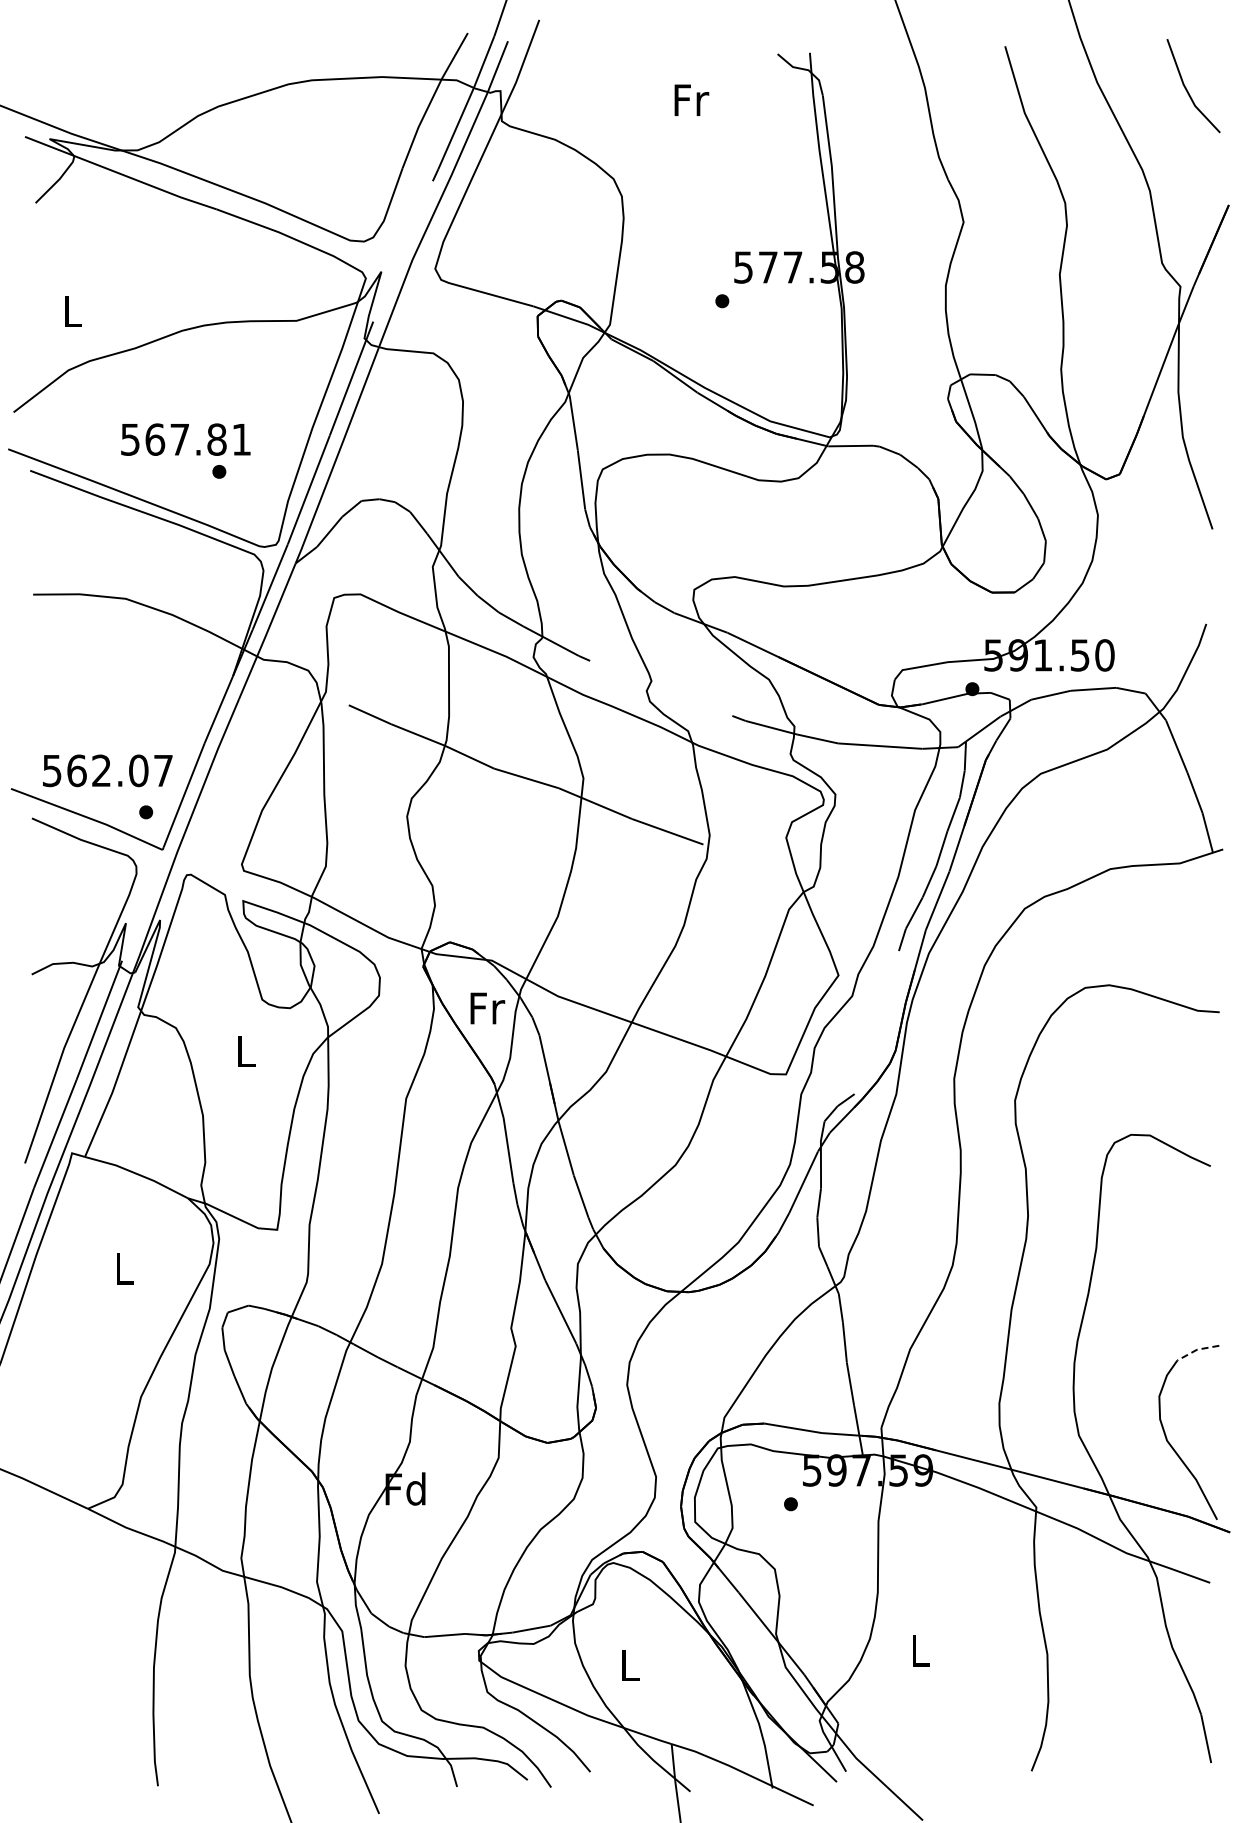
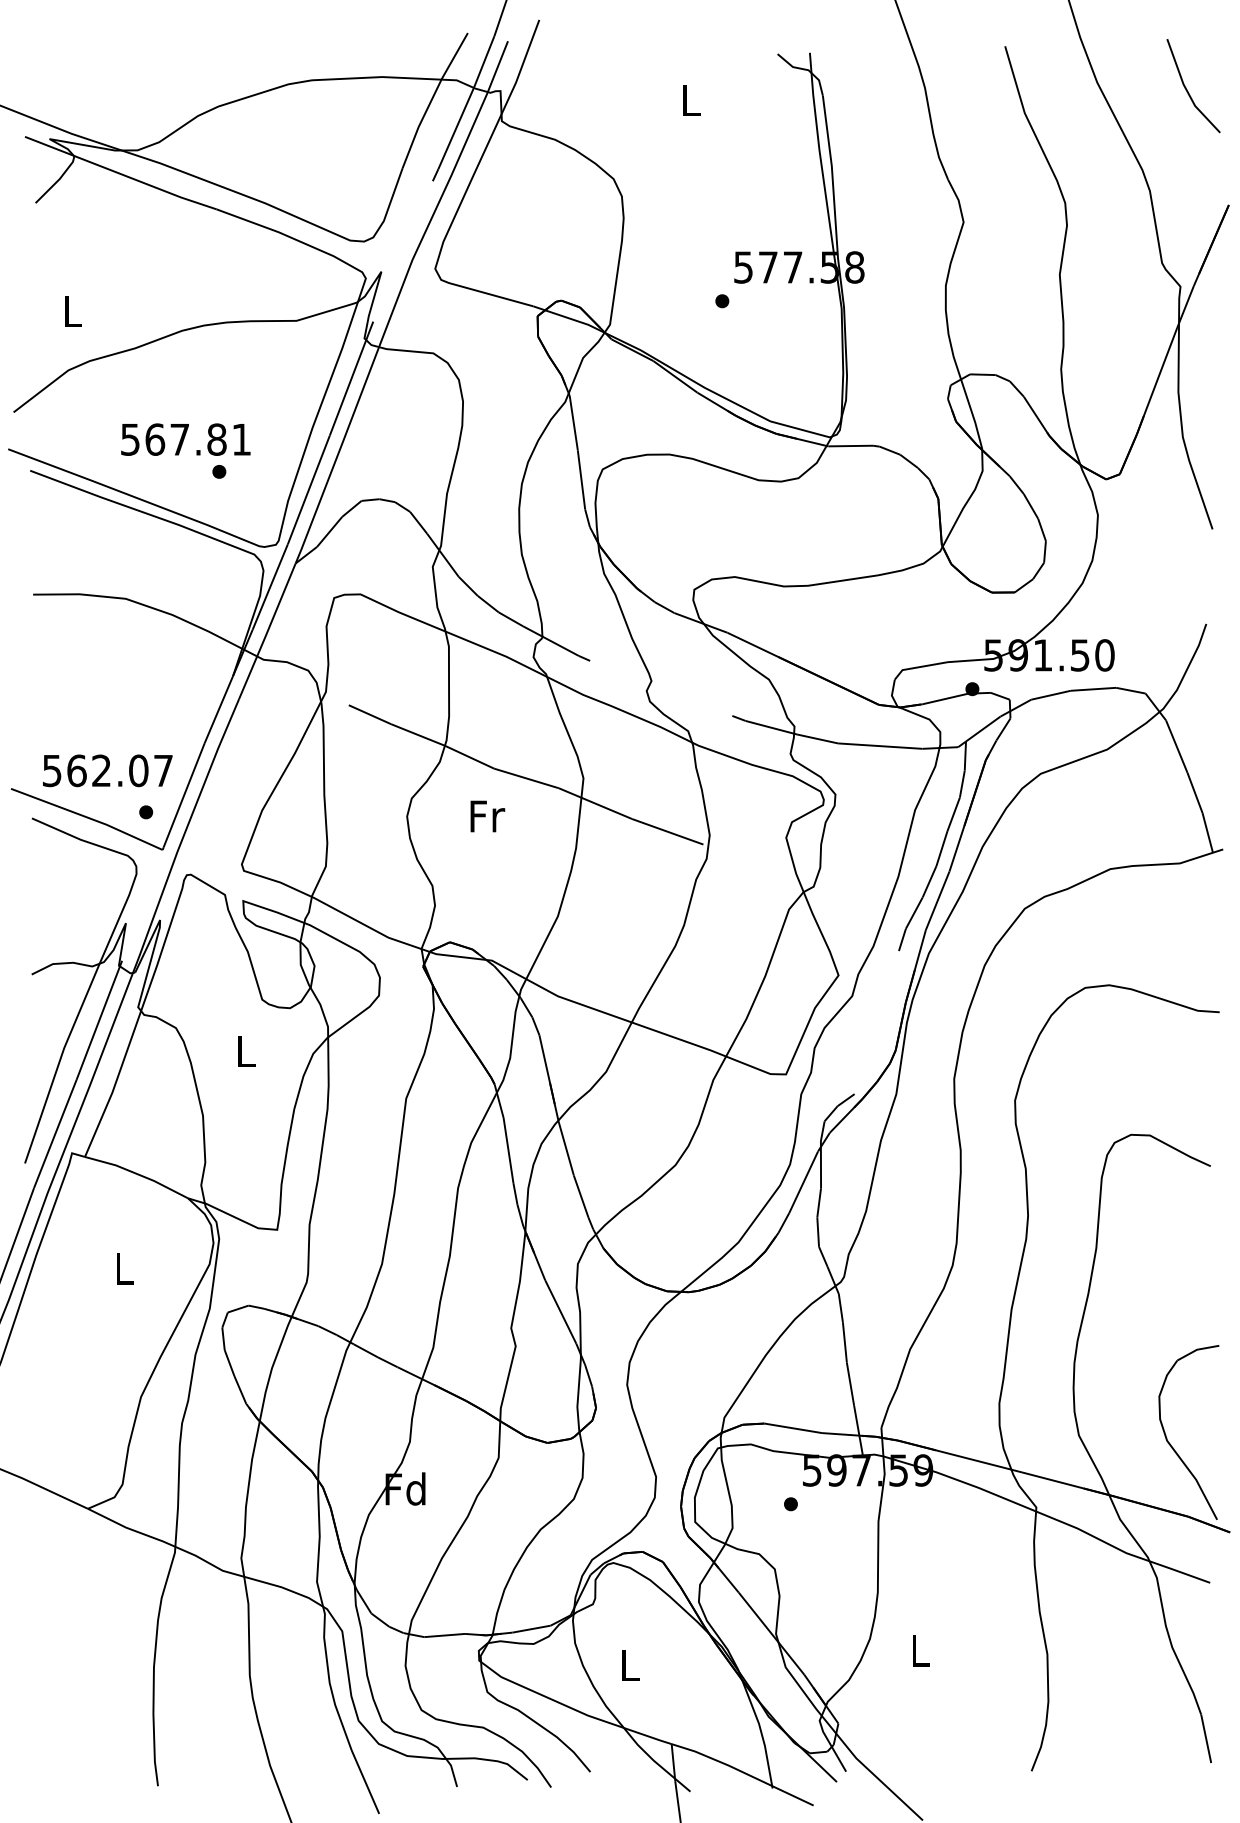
text at (691, 99): Fr -> L
text at (487, 1008) position: (487, 1008) -> (487, 816)
line at (1197, 1349): dashed -> solid
